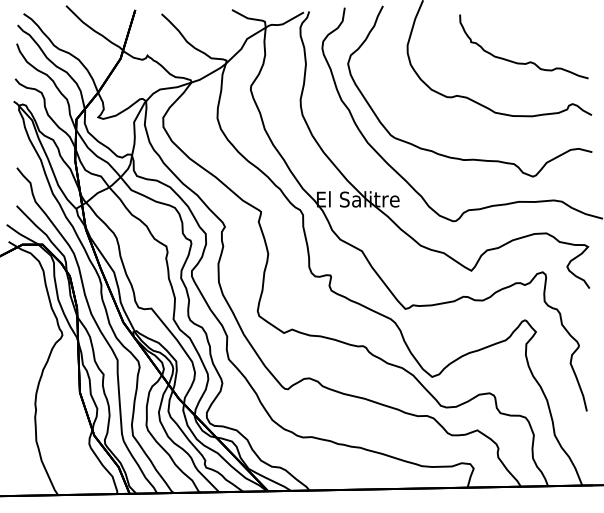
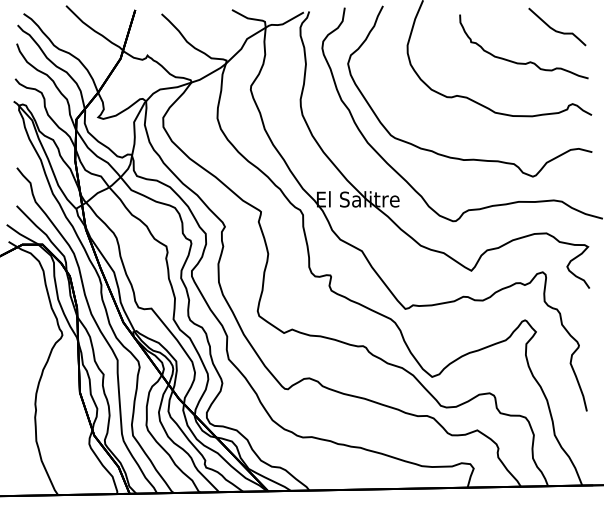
part at (557, 26): none -> present
